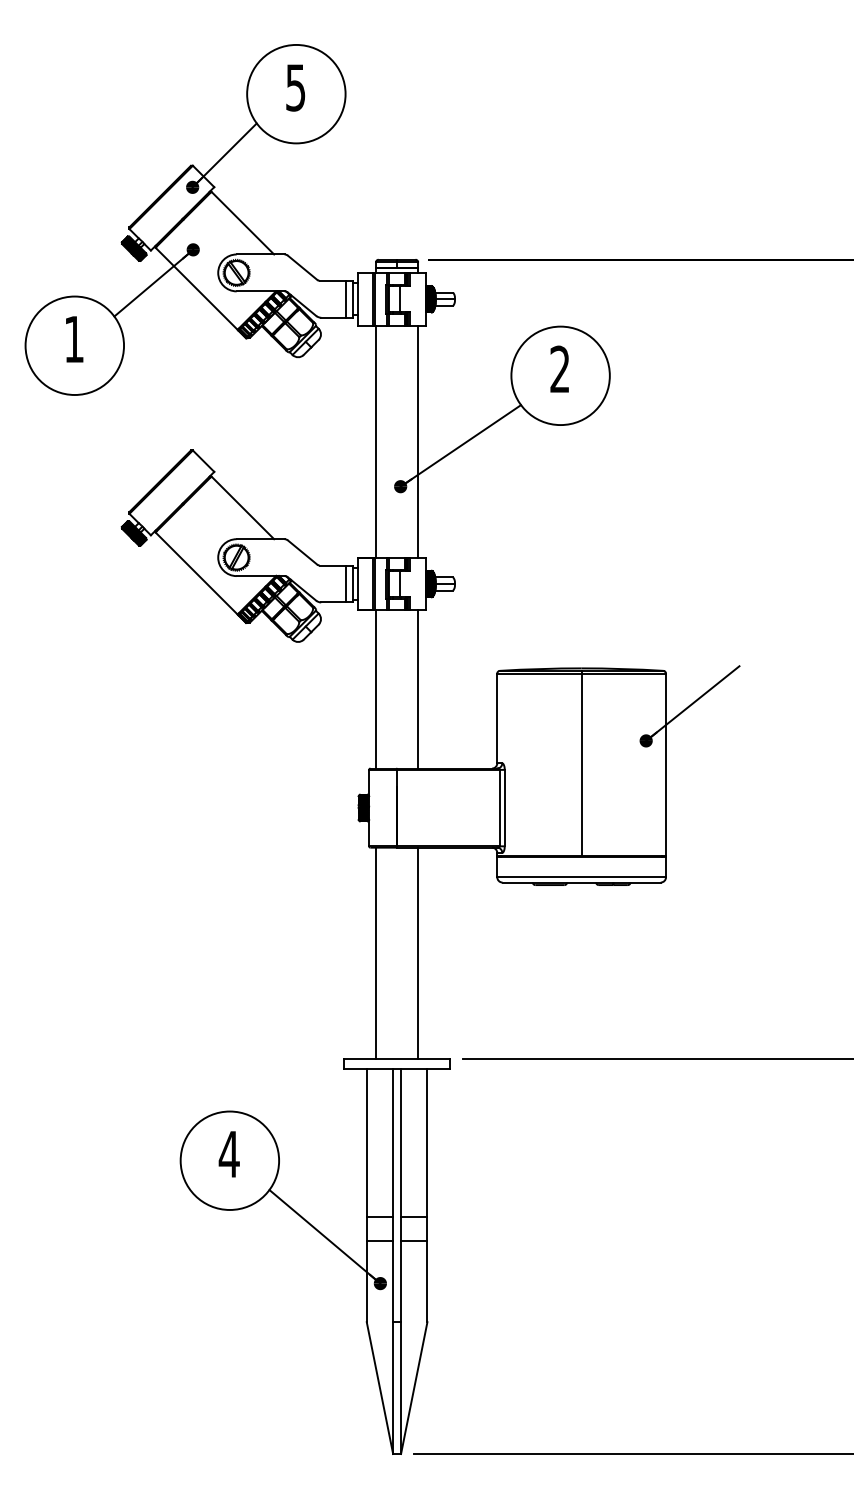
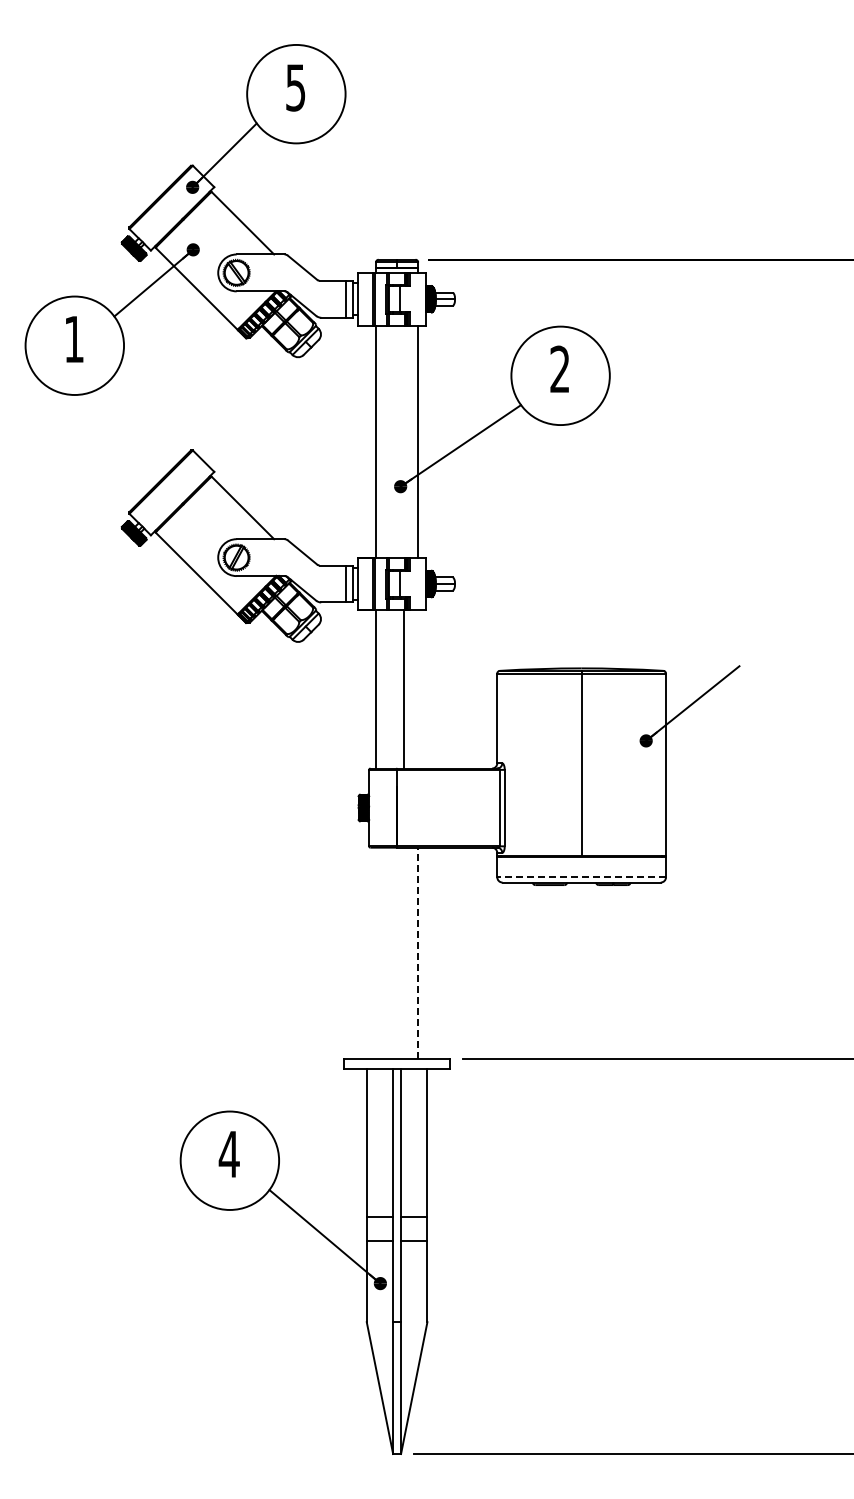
line at (418, 689) position: (418, 689) -> (404, 689)
line at (581, 877): solid -> dashed
line at (376, 952): present -> none
line at (418, 952): solid -> dashed
